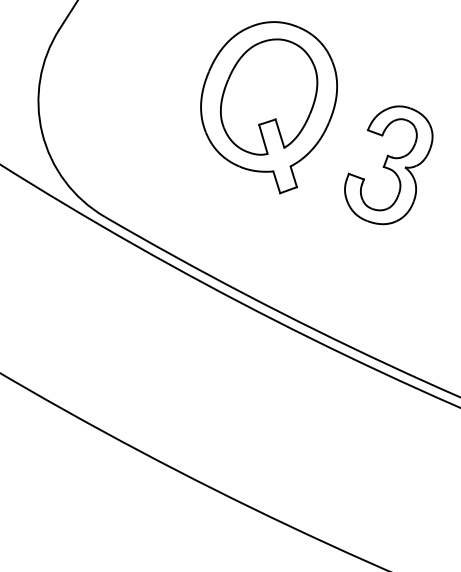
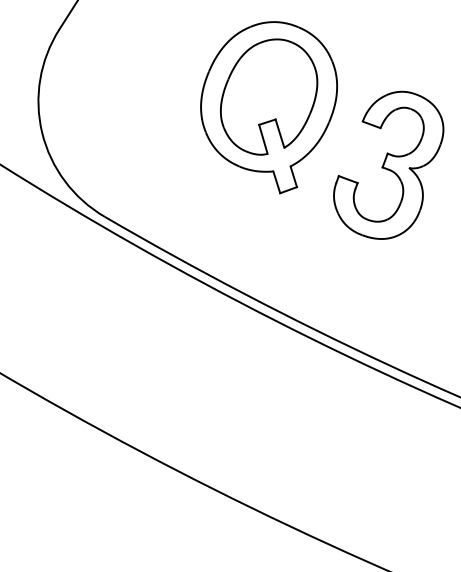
part at (388, 165) size: 90x121 px -> 112x150 px
